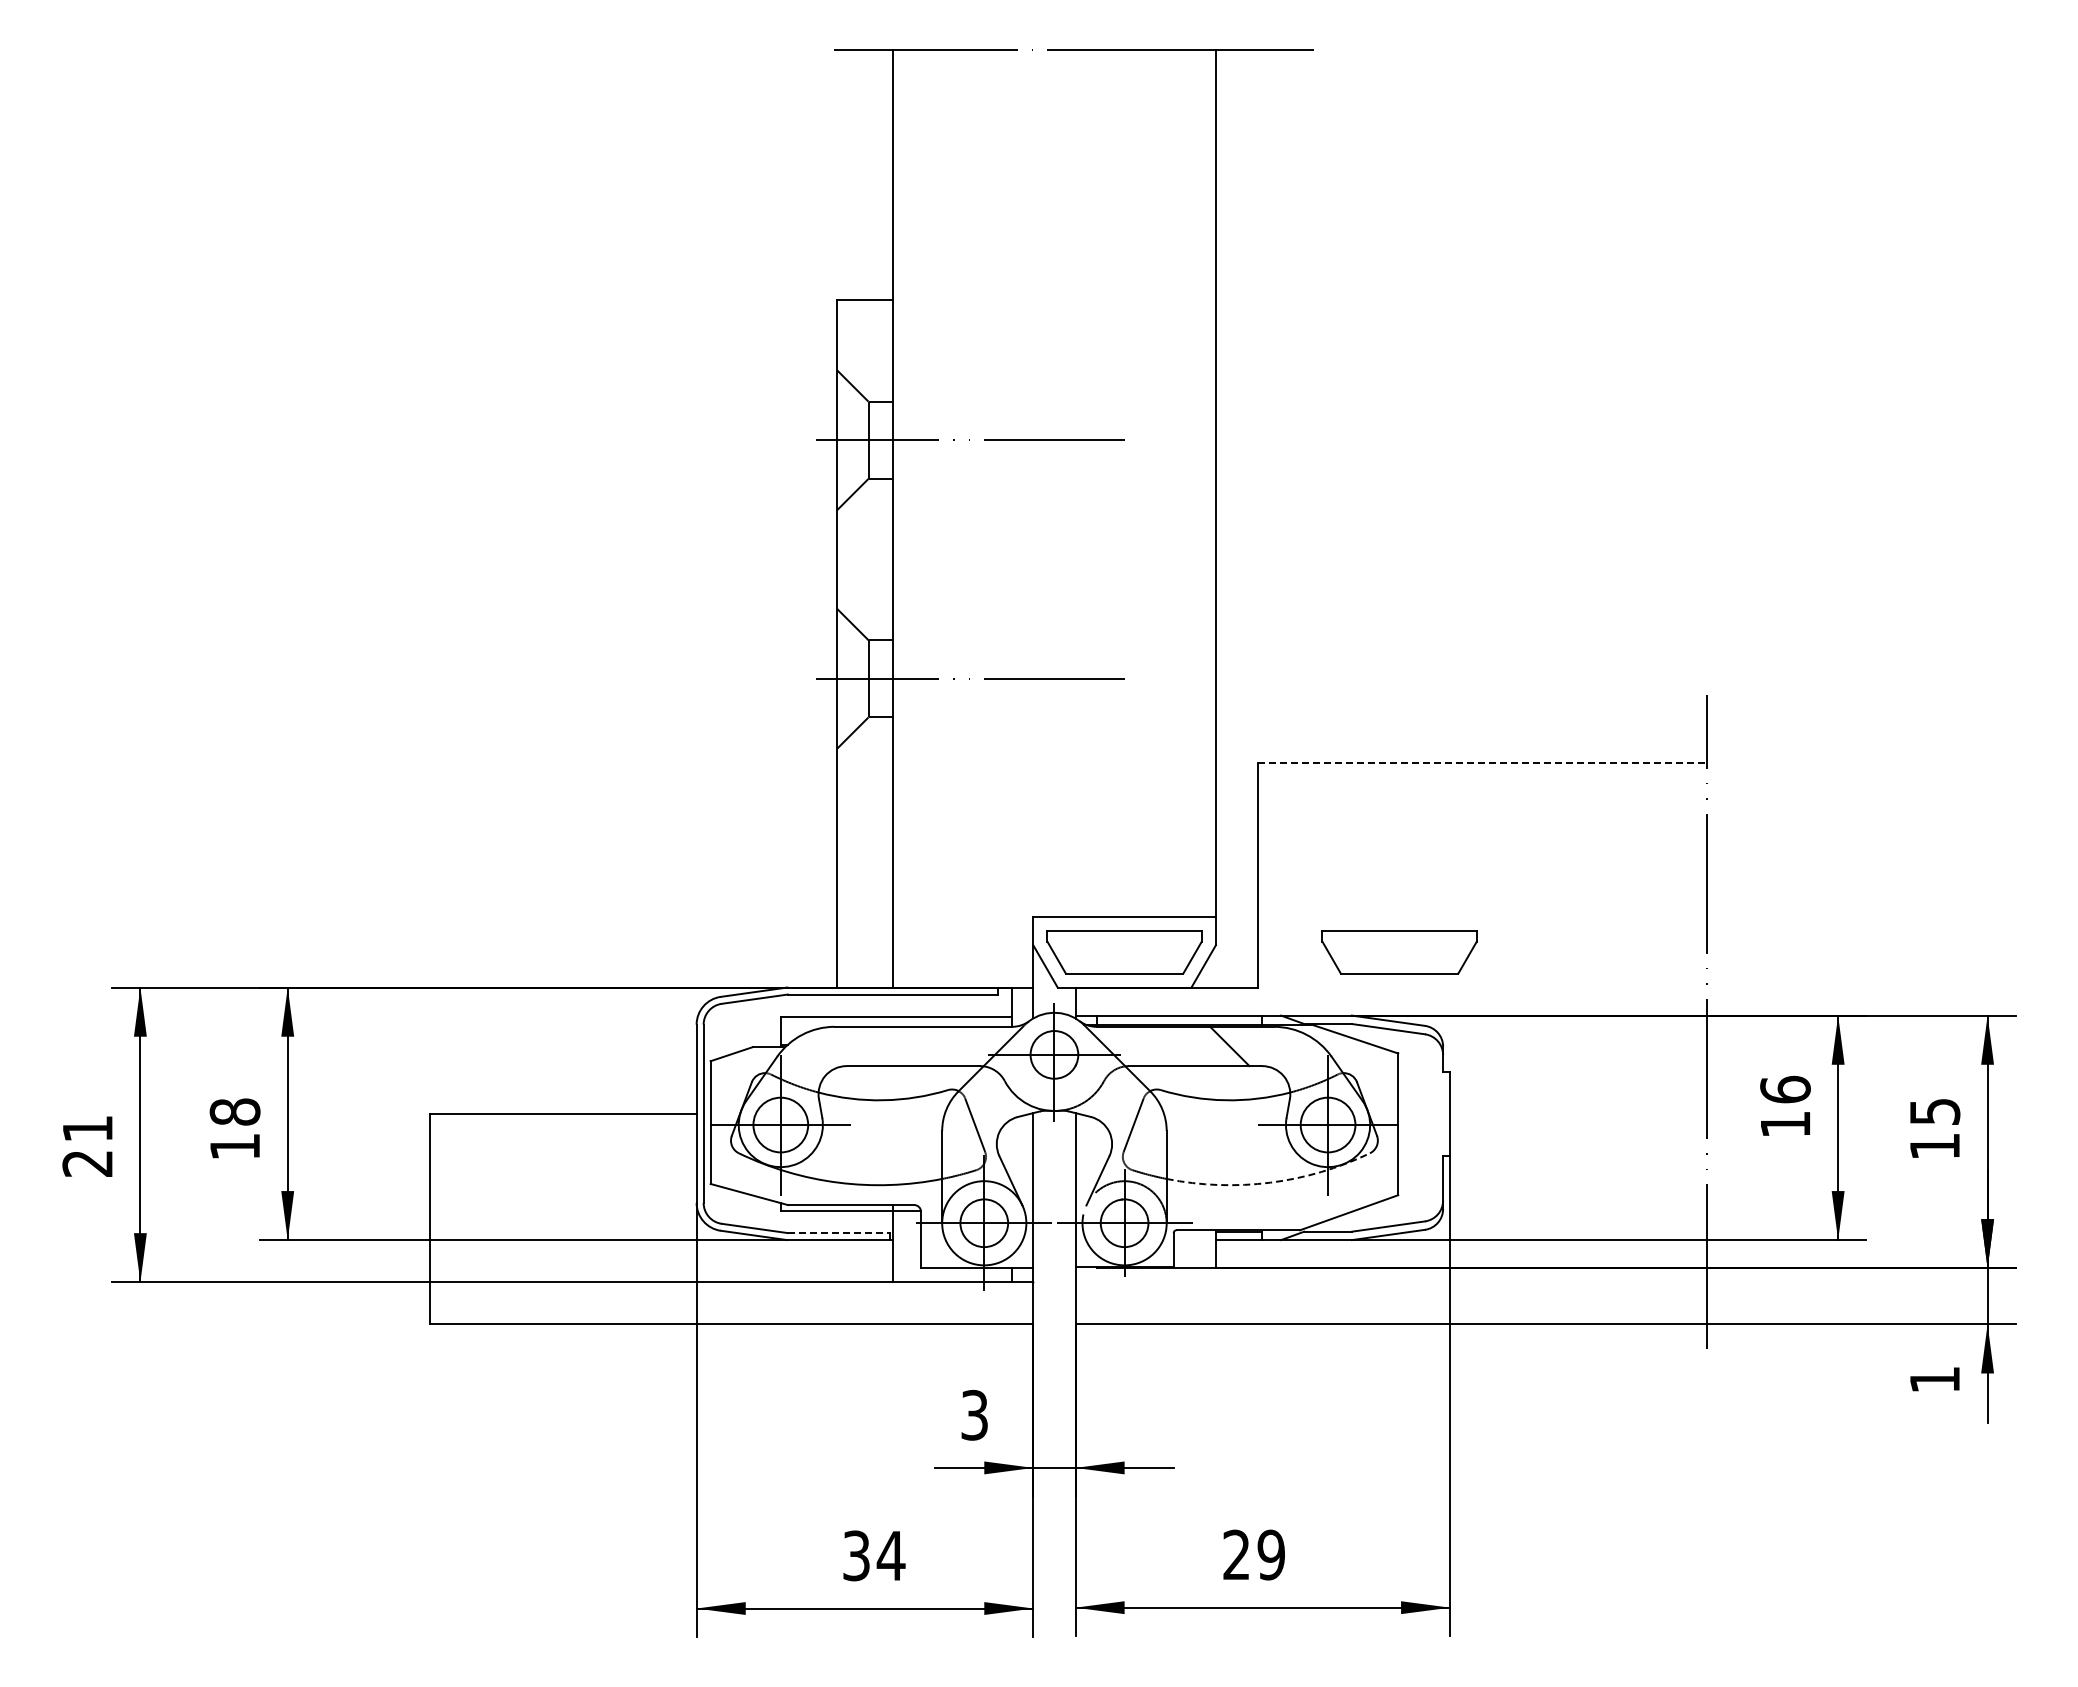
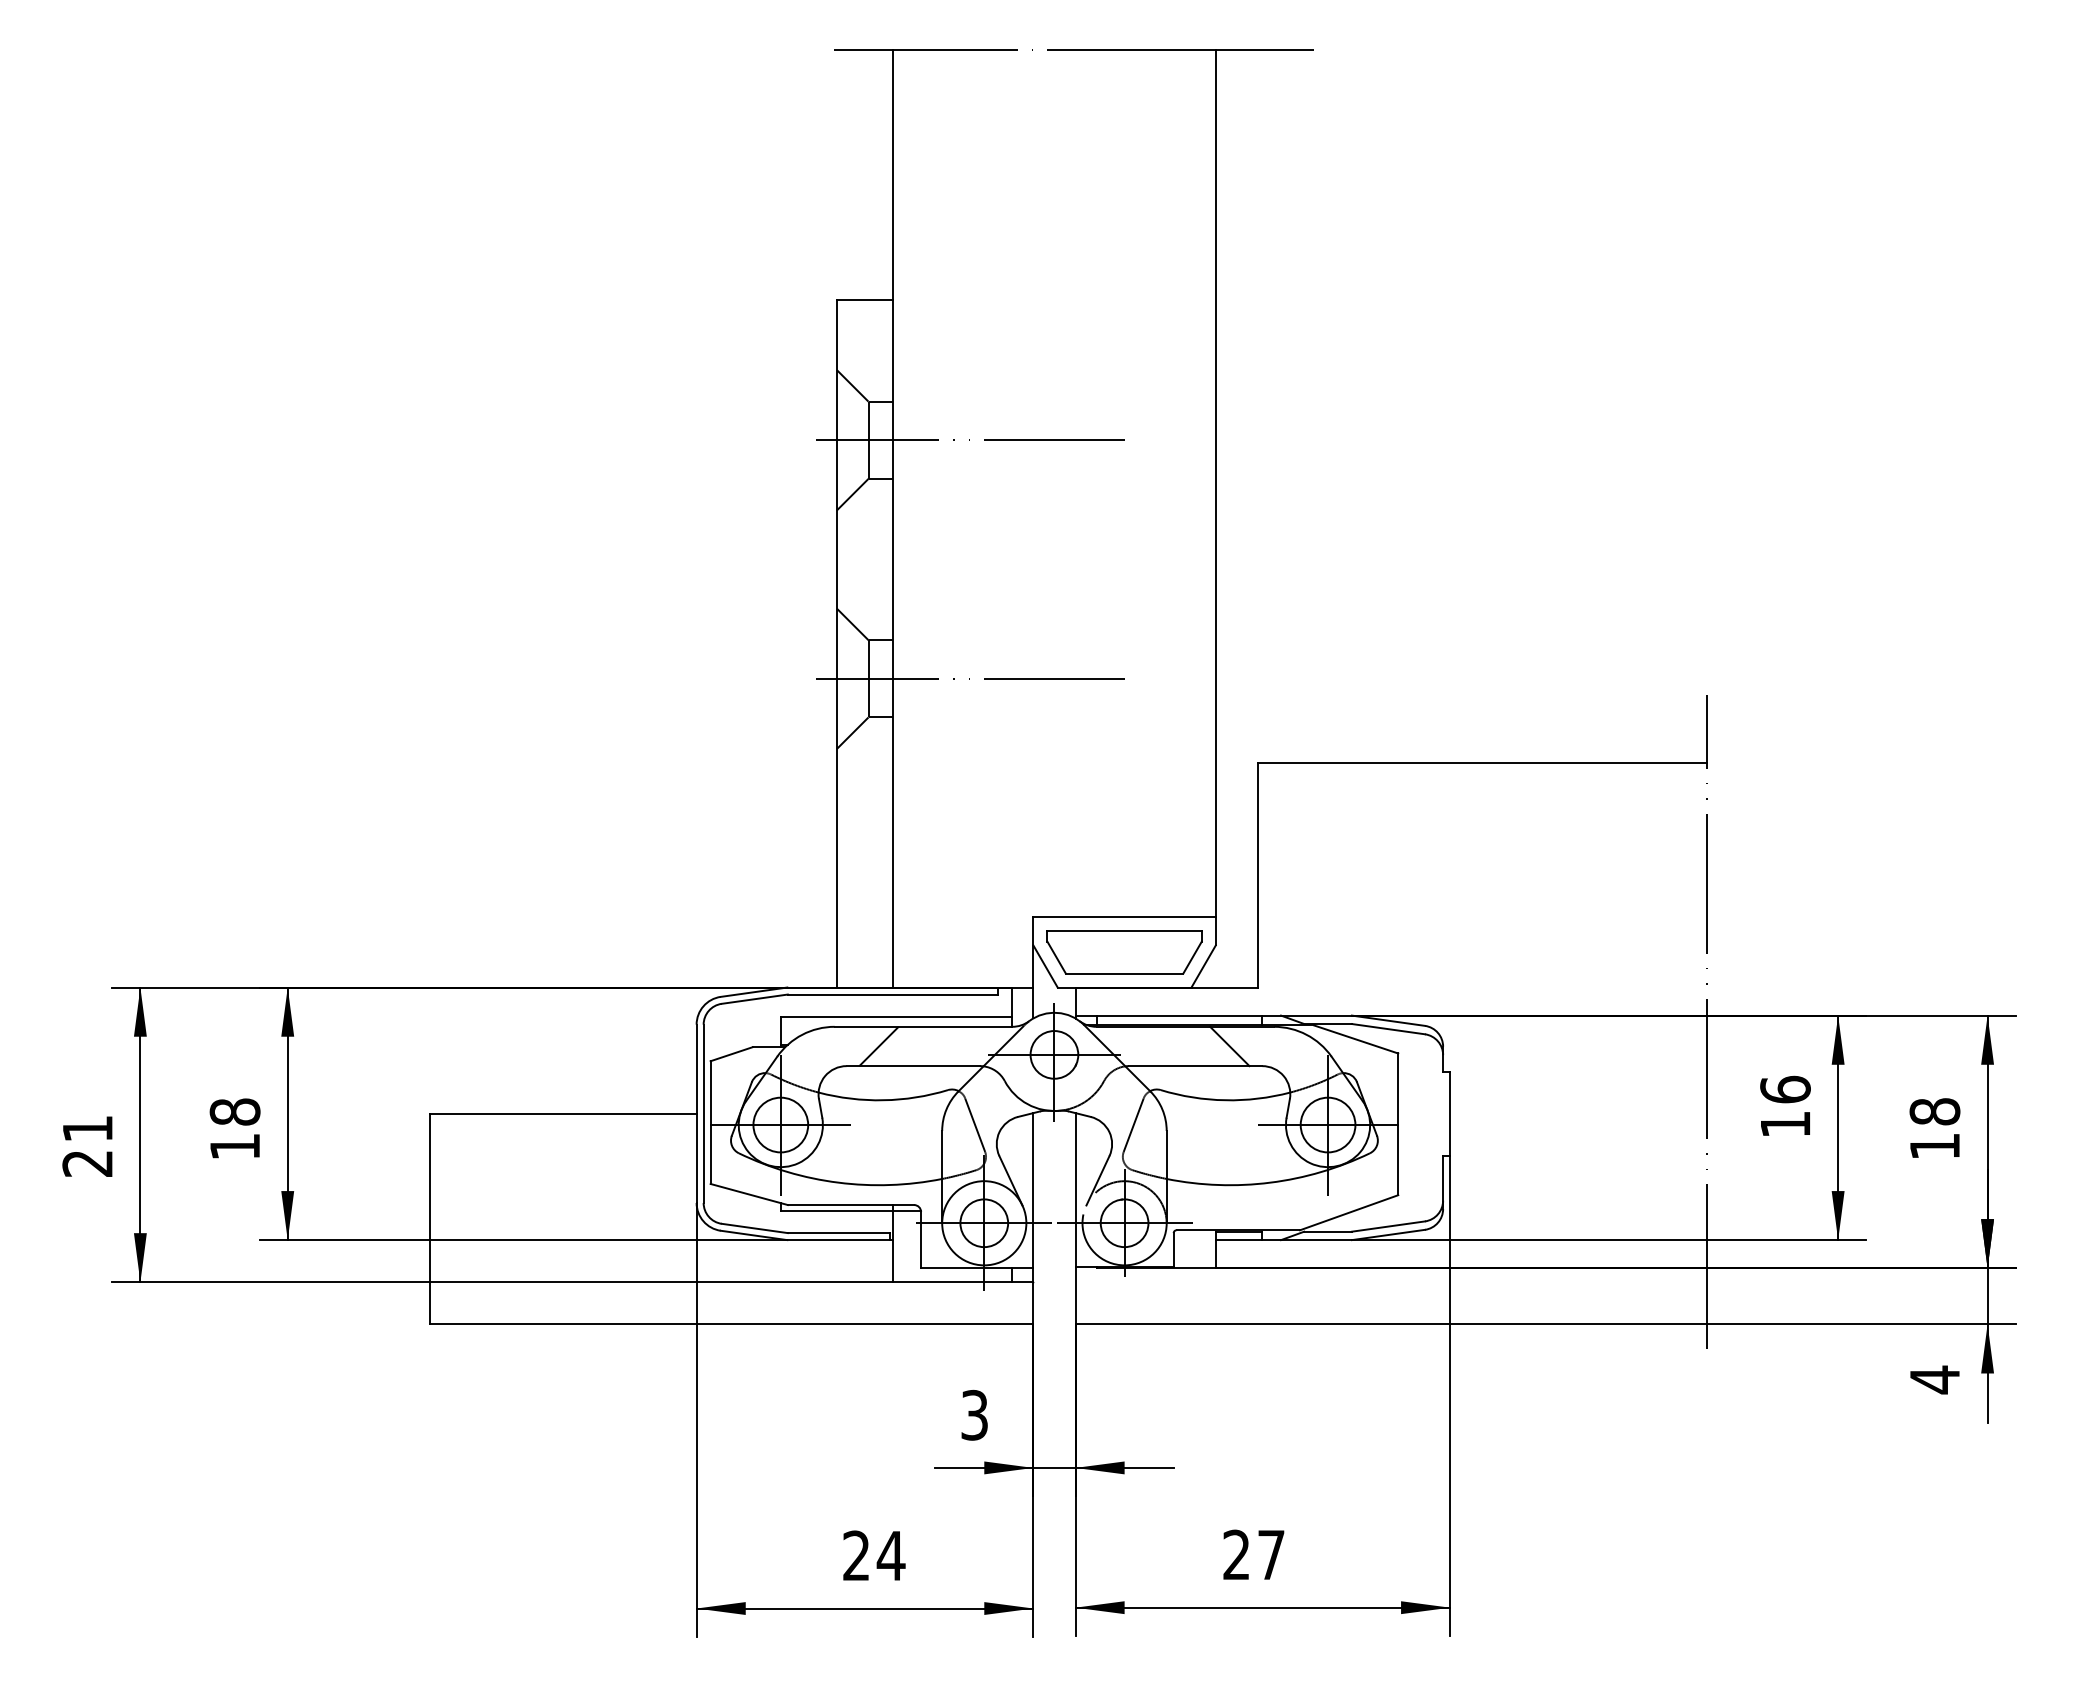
line at (1482, 763): dashed -> solid
part at (1399, 952): present -> none
line at (878, 1046): none -> present
text at (1934, 1111): 15 -> 18
arc at (1270, 1182): dashed -> solid
line at (839, 1233): dashed -> solid
text at (1934, 1379): 1 -> 4
text at (1270, 1554): 29 -> 27
text at (856, 1555): 34 -> 24
